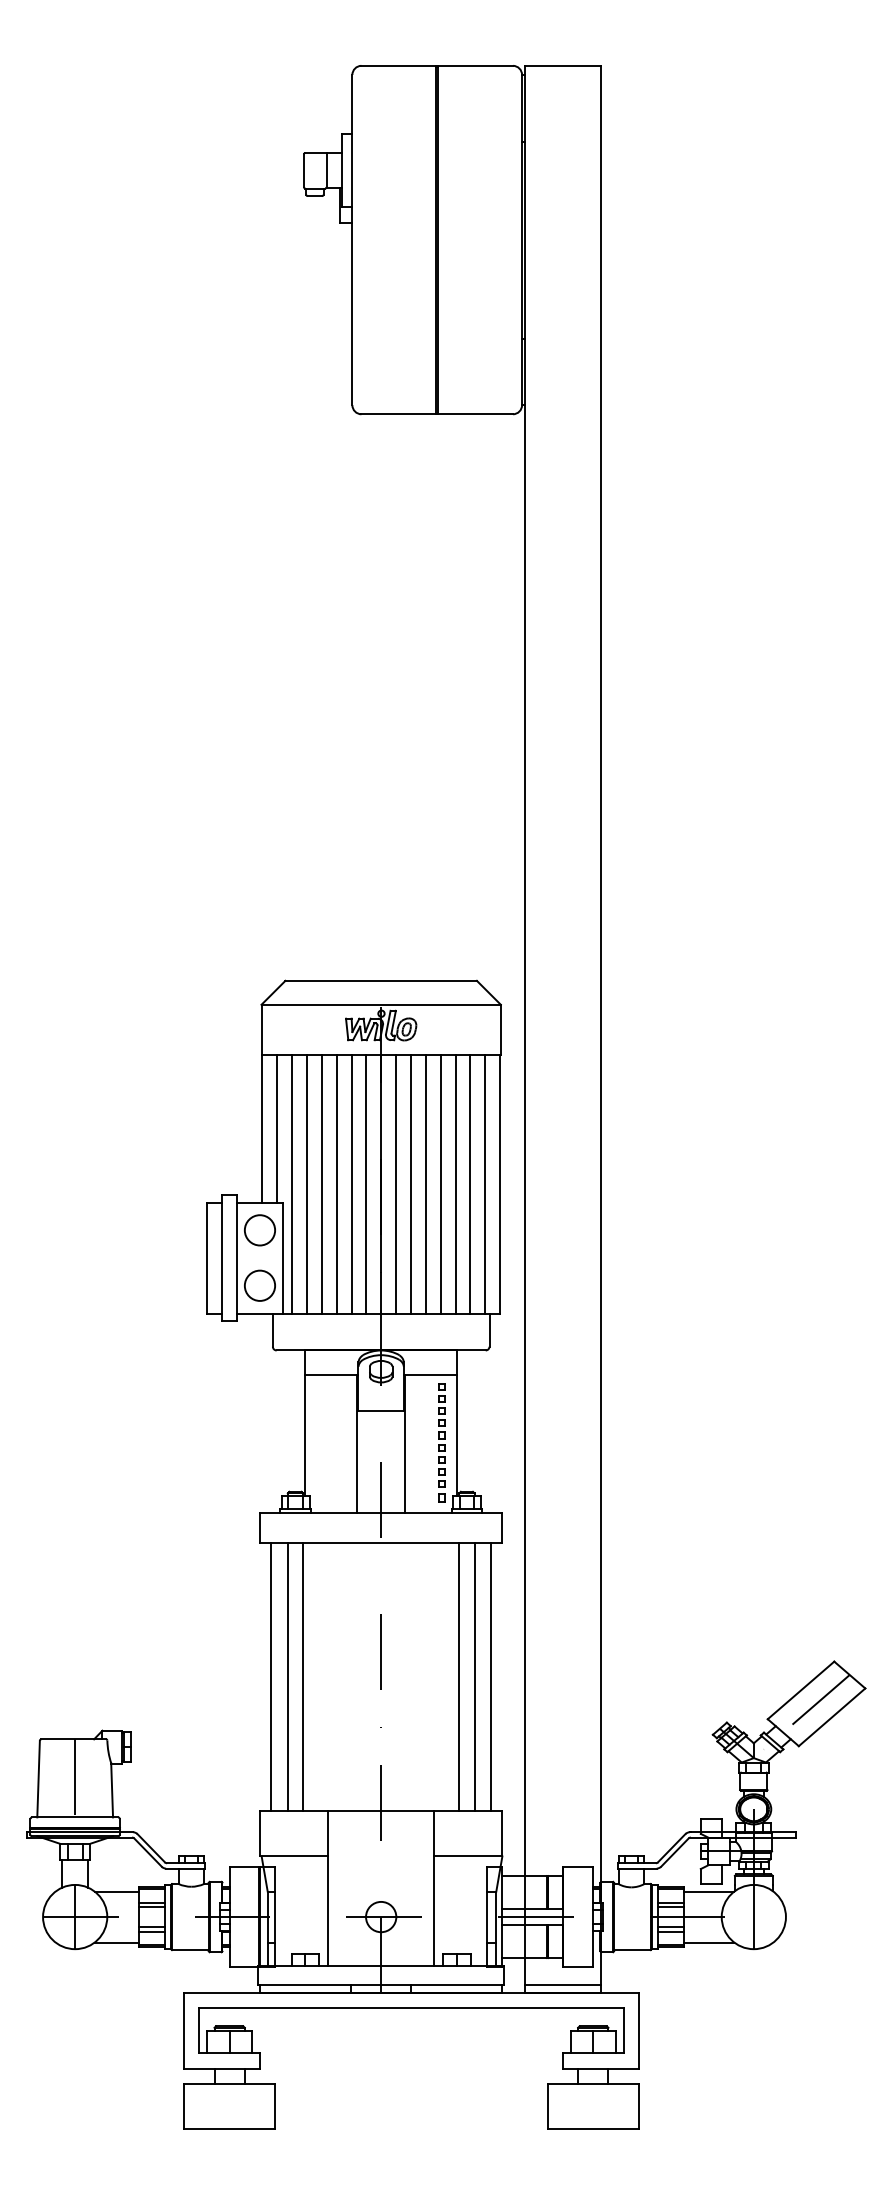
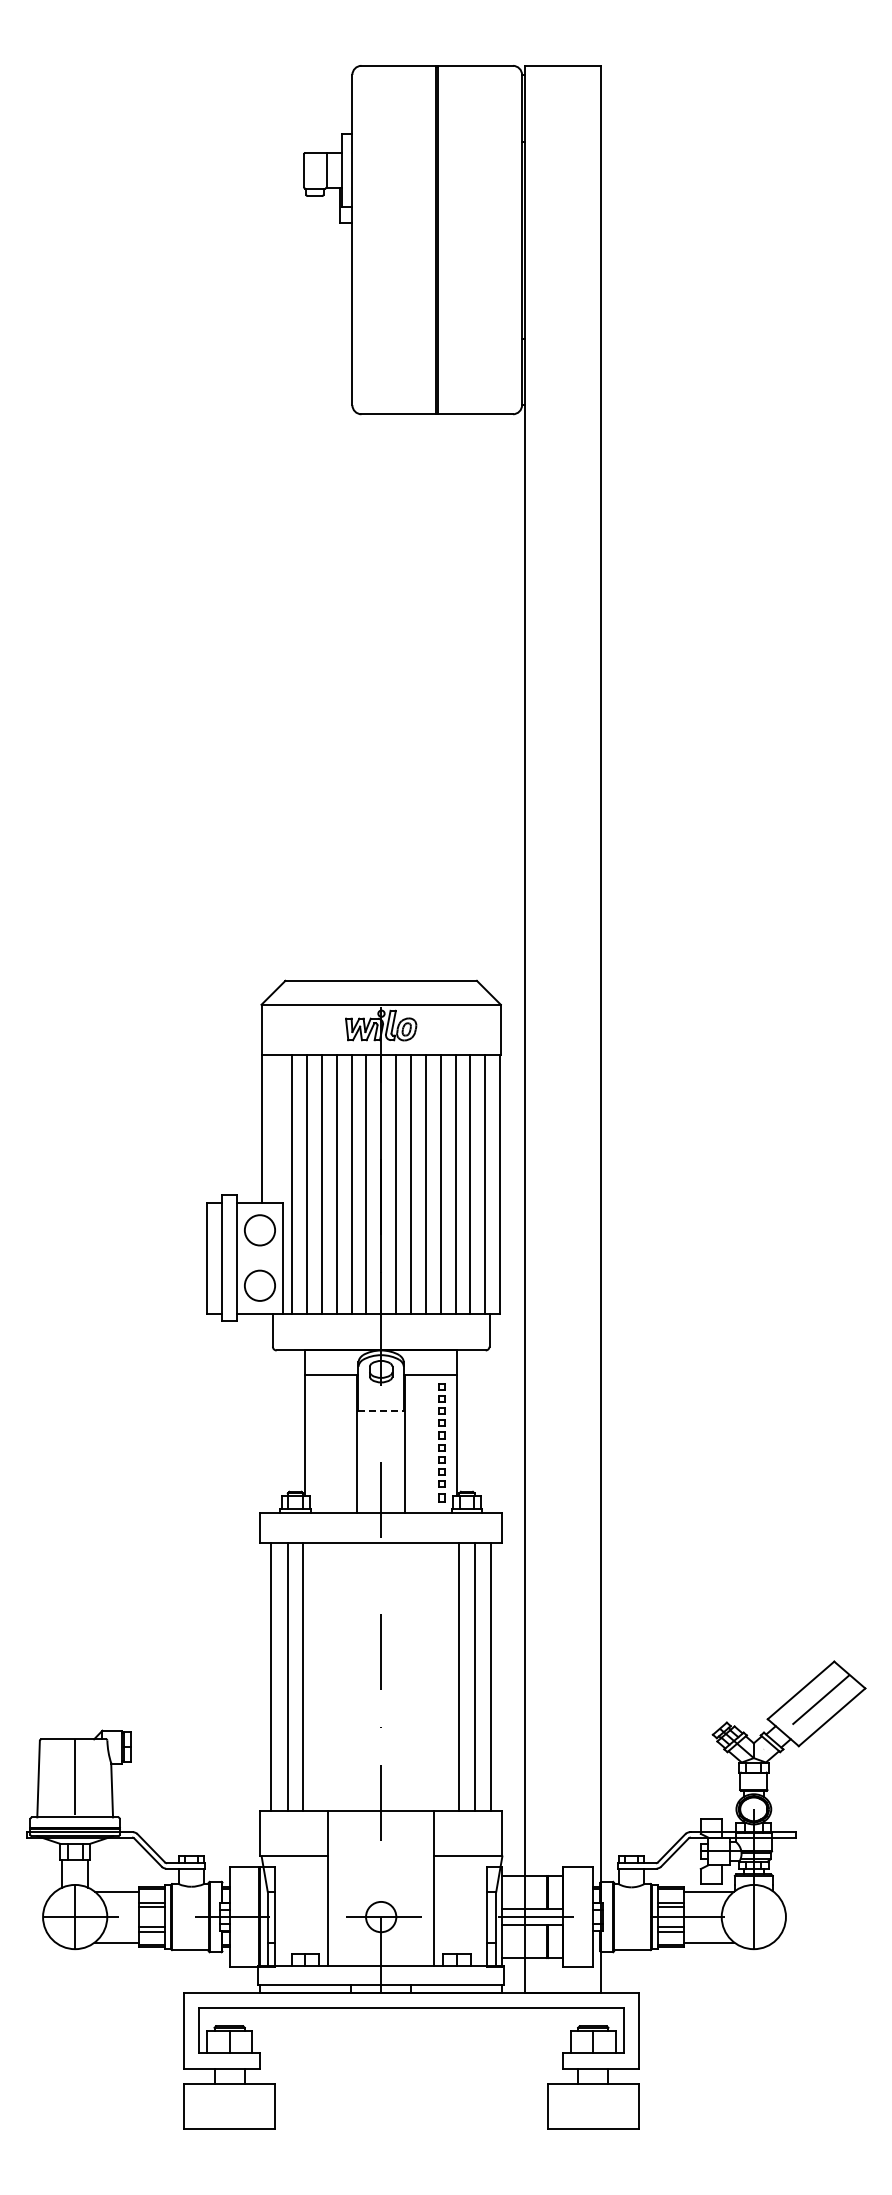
line at (277, 1128): present -> none
line at (381, 1411): solid -> dashed
line at (562, 1985): present -> none
